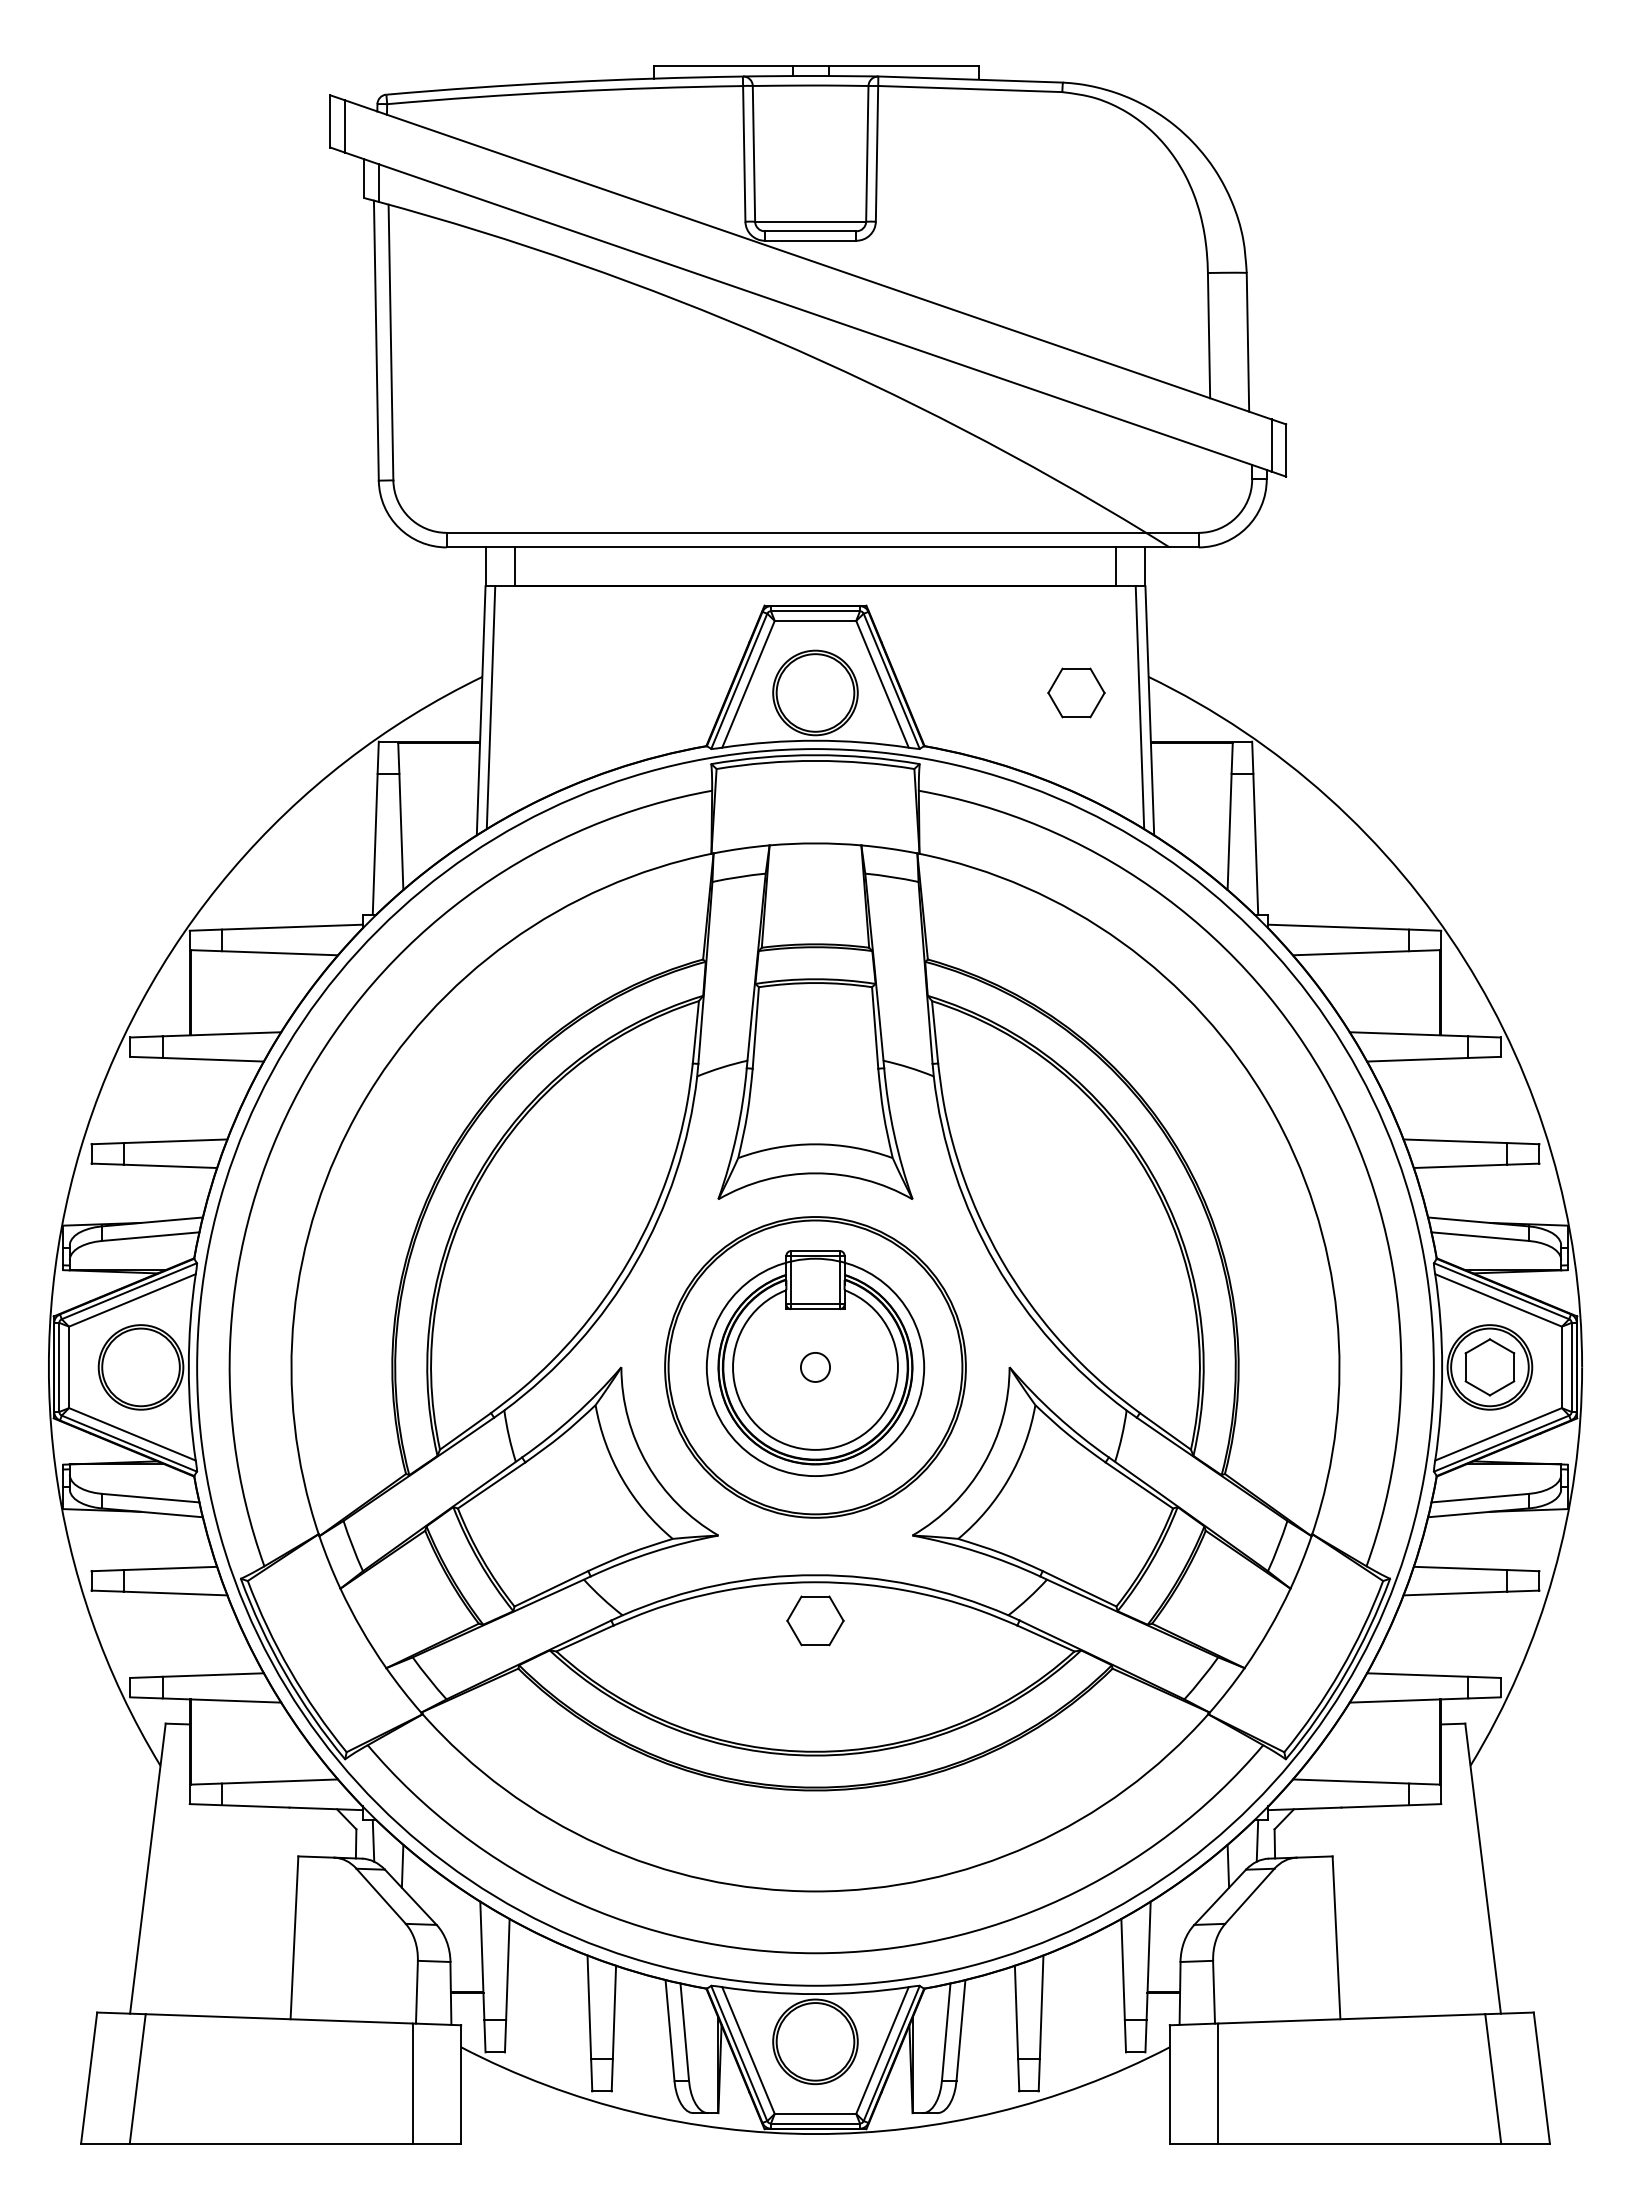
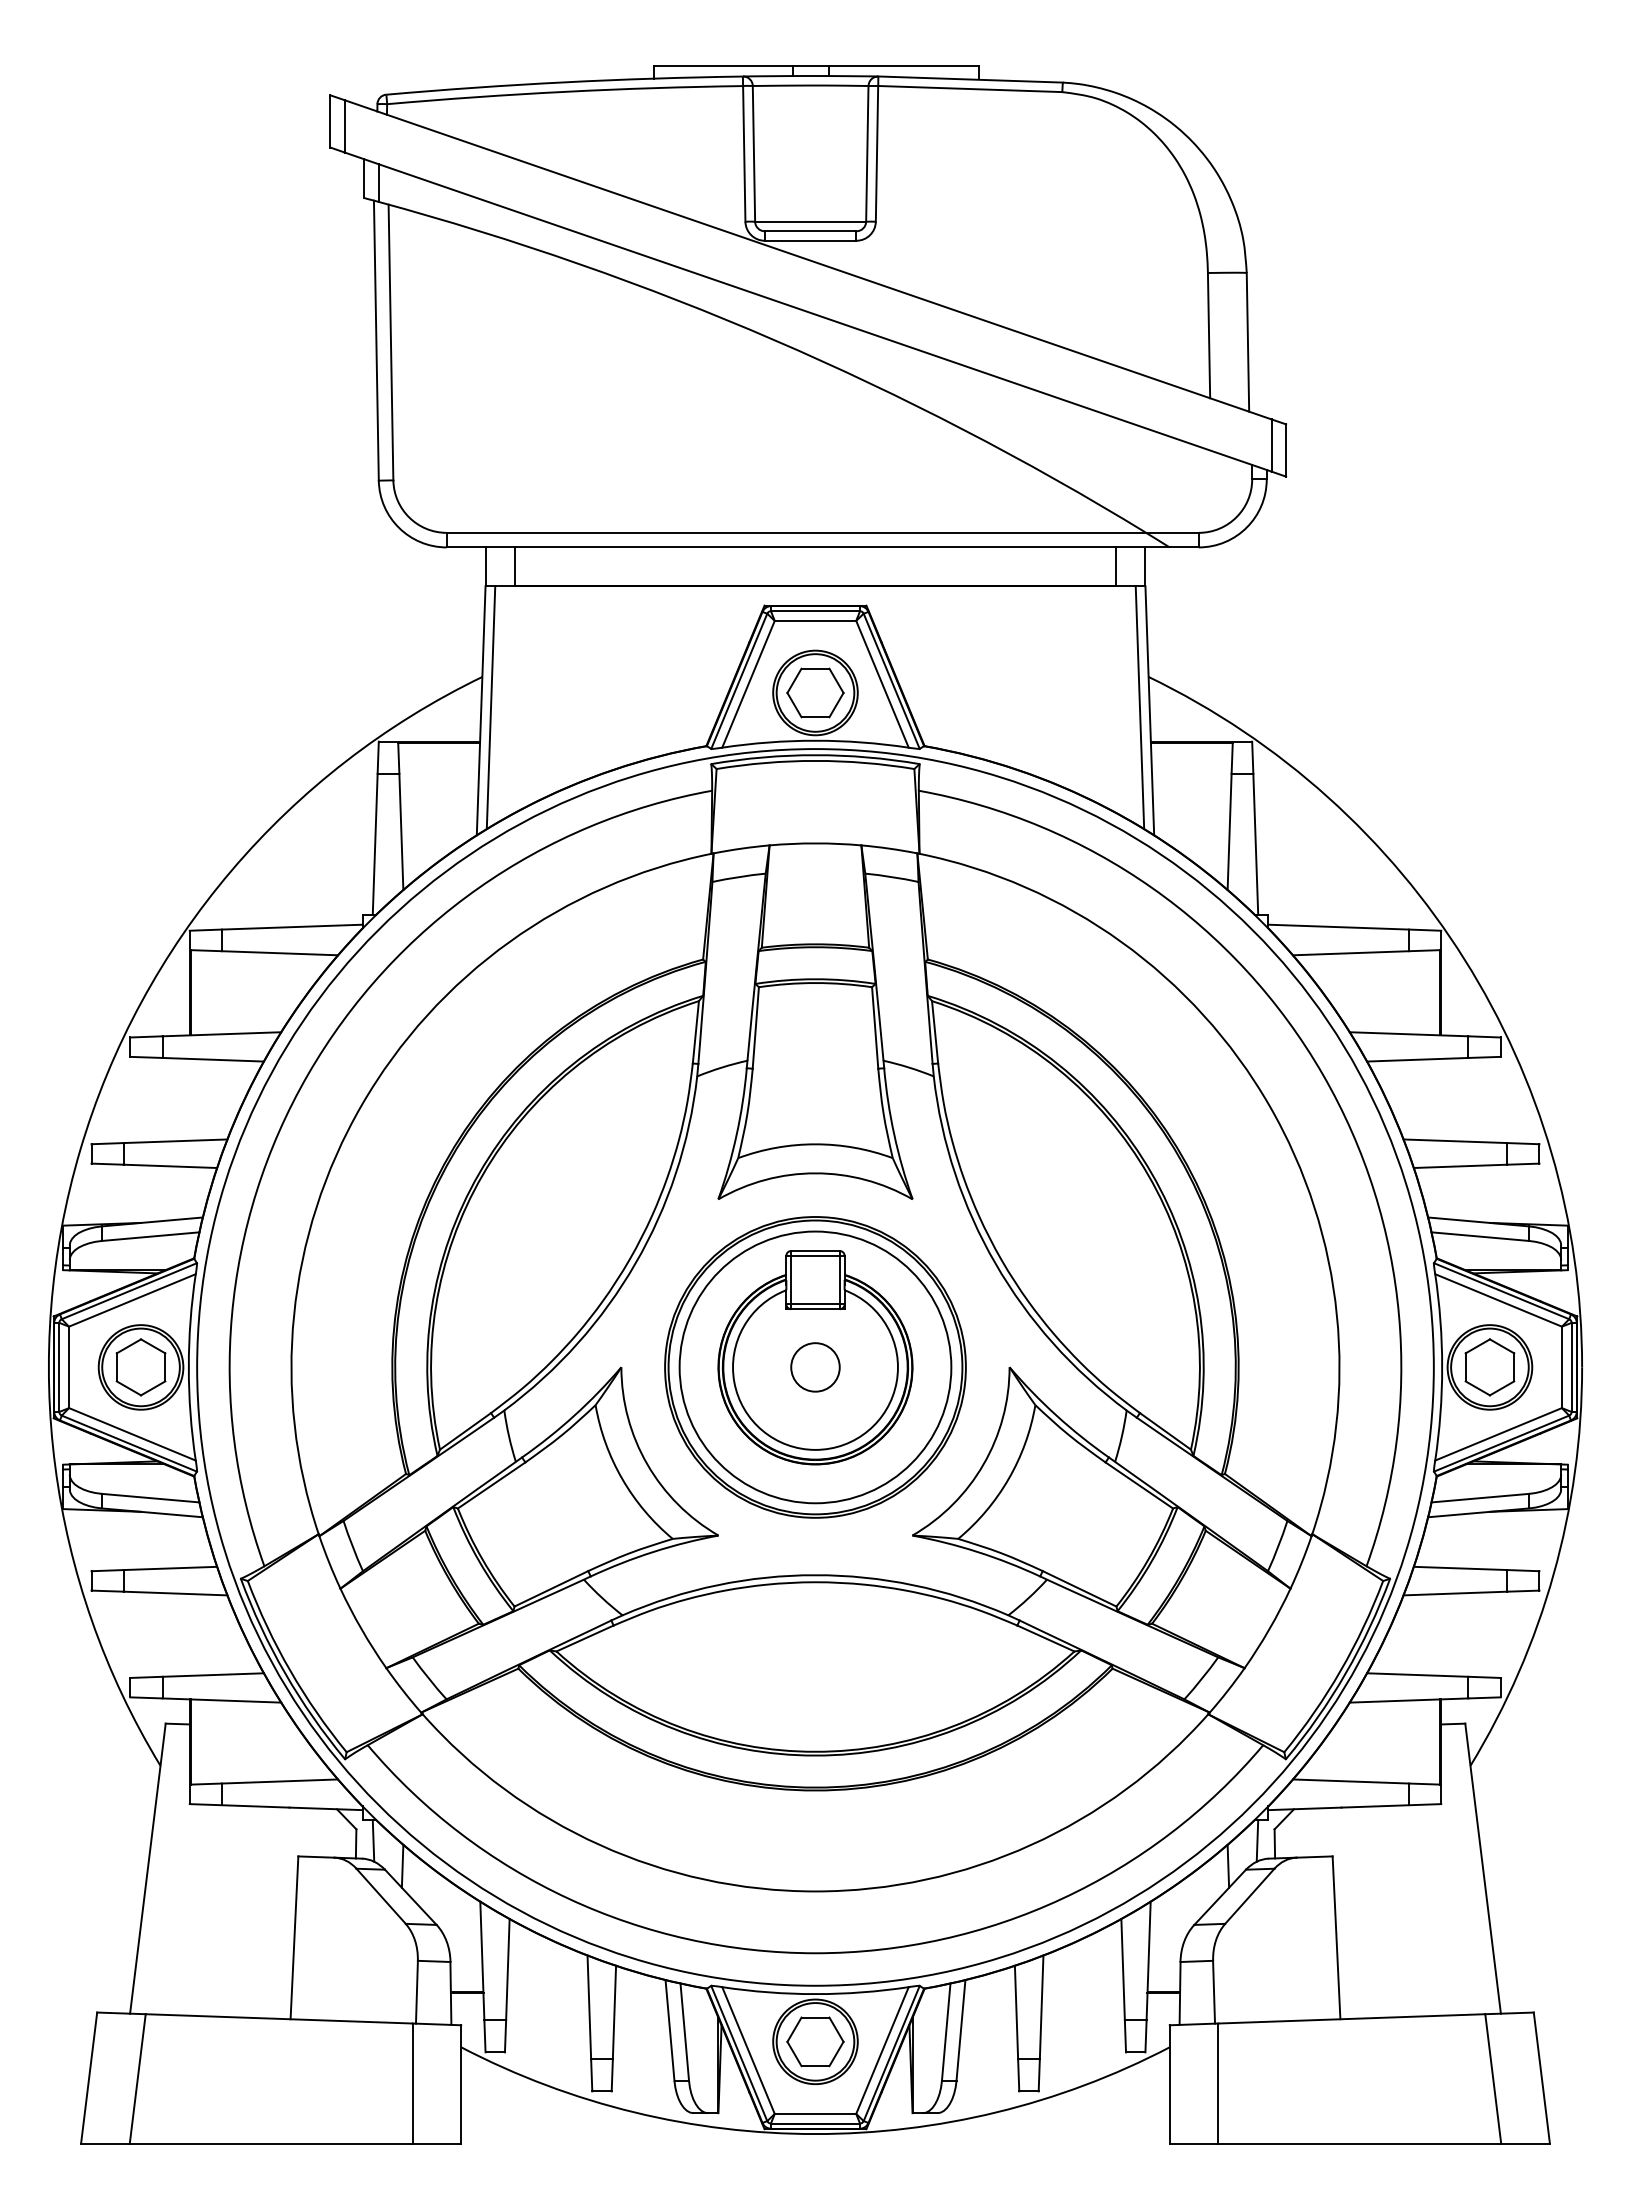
part at (1076, 692) position: (1076, 692) -> (815, 692)
circle at (815, 1366) diameter: 29 px -> 49 px
part at (140, 1367): none -> present
circle at (815, 1367) diameter: 217 px -> 272 px
part at (815, 1620) position: (815, 1620) -> (815, 2041)
